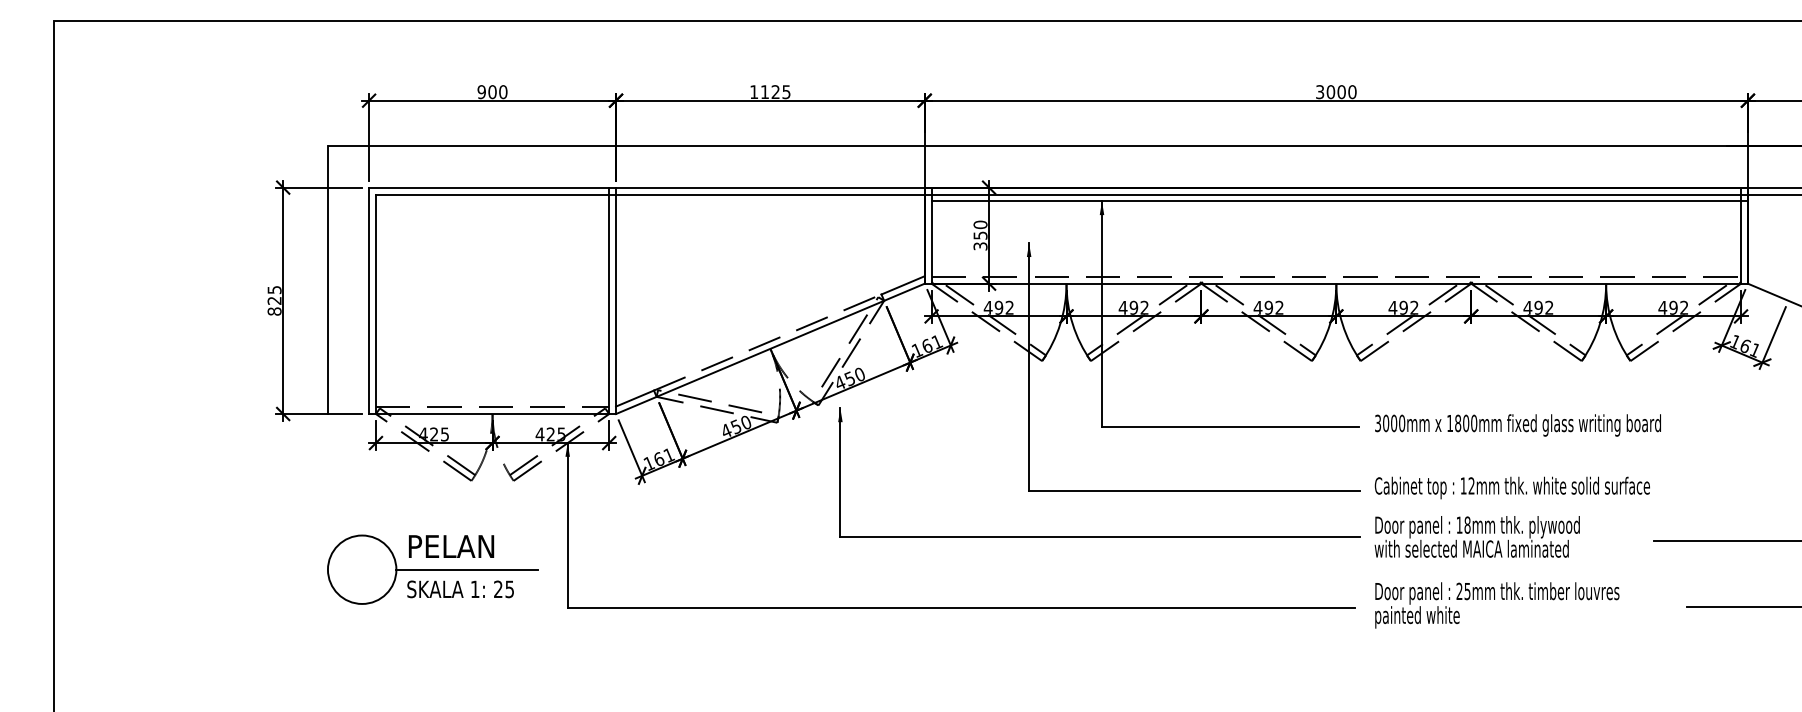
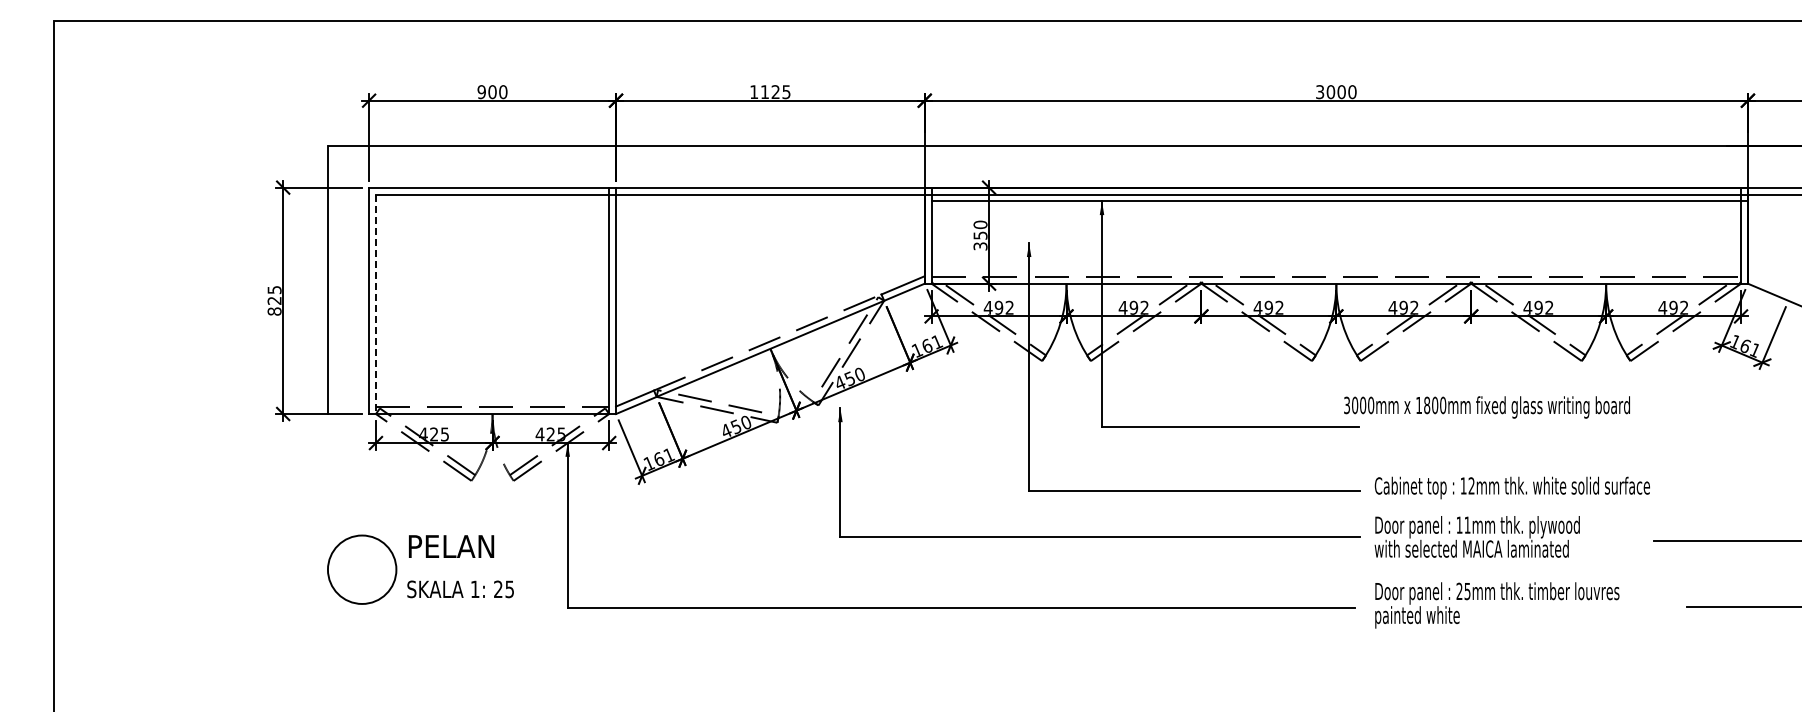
line at (375, 304): solid -> dashed
text at (1517, 425) position: (1517, 425) -> (1486, 407)
text at (1467, 524): 18mm -> 11mm
line at (467, 569): present -> none
